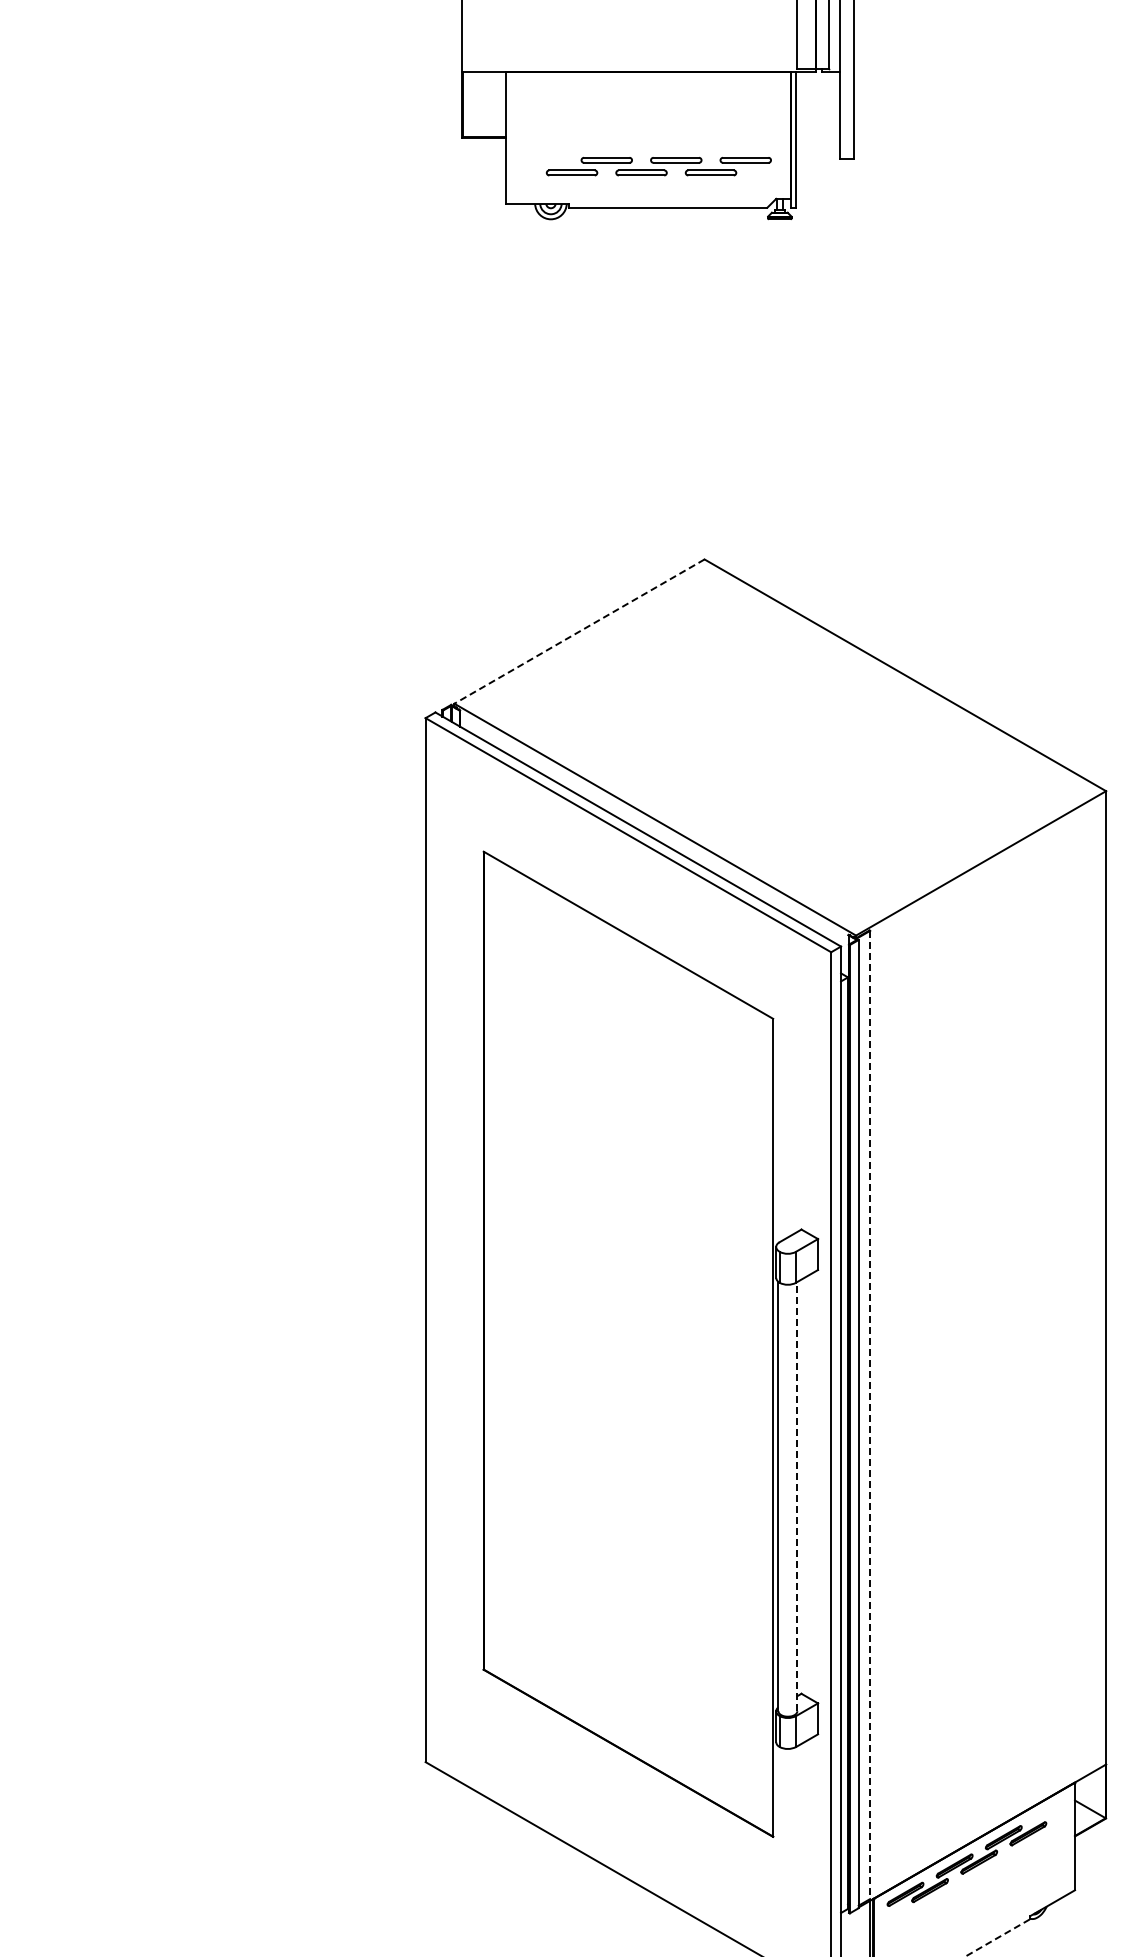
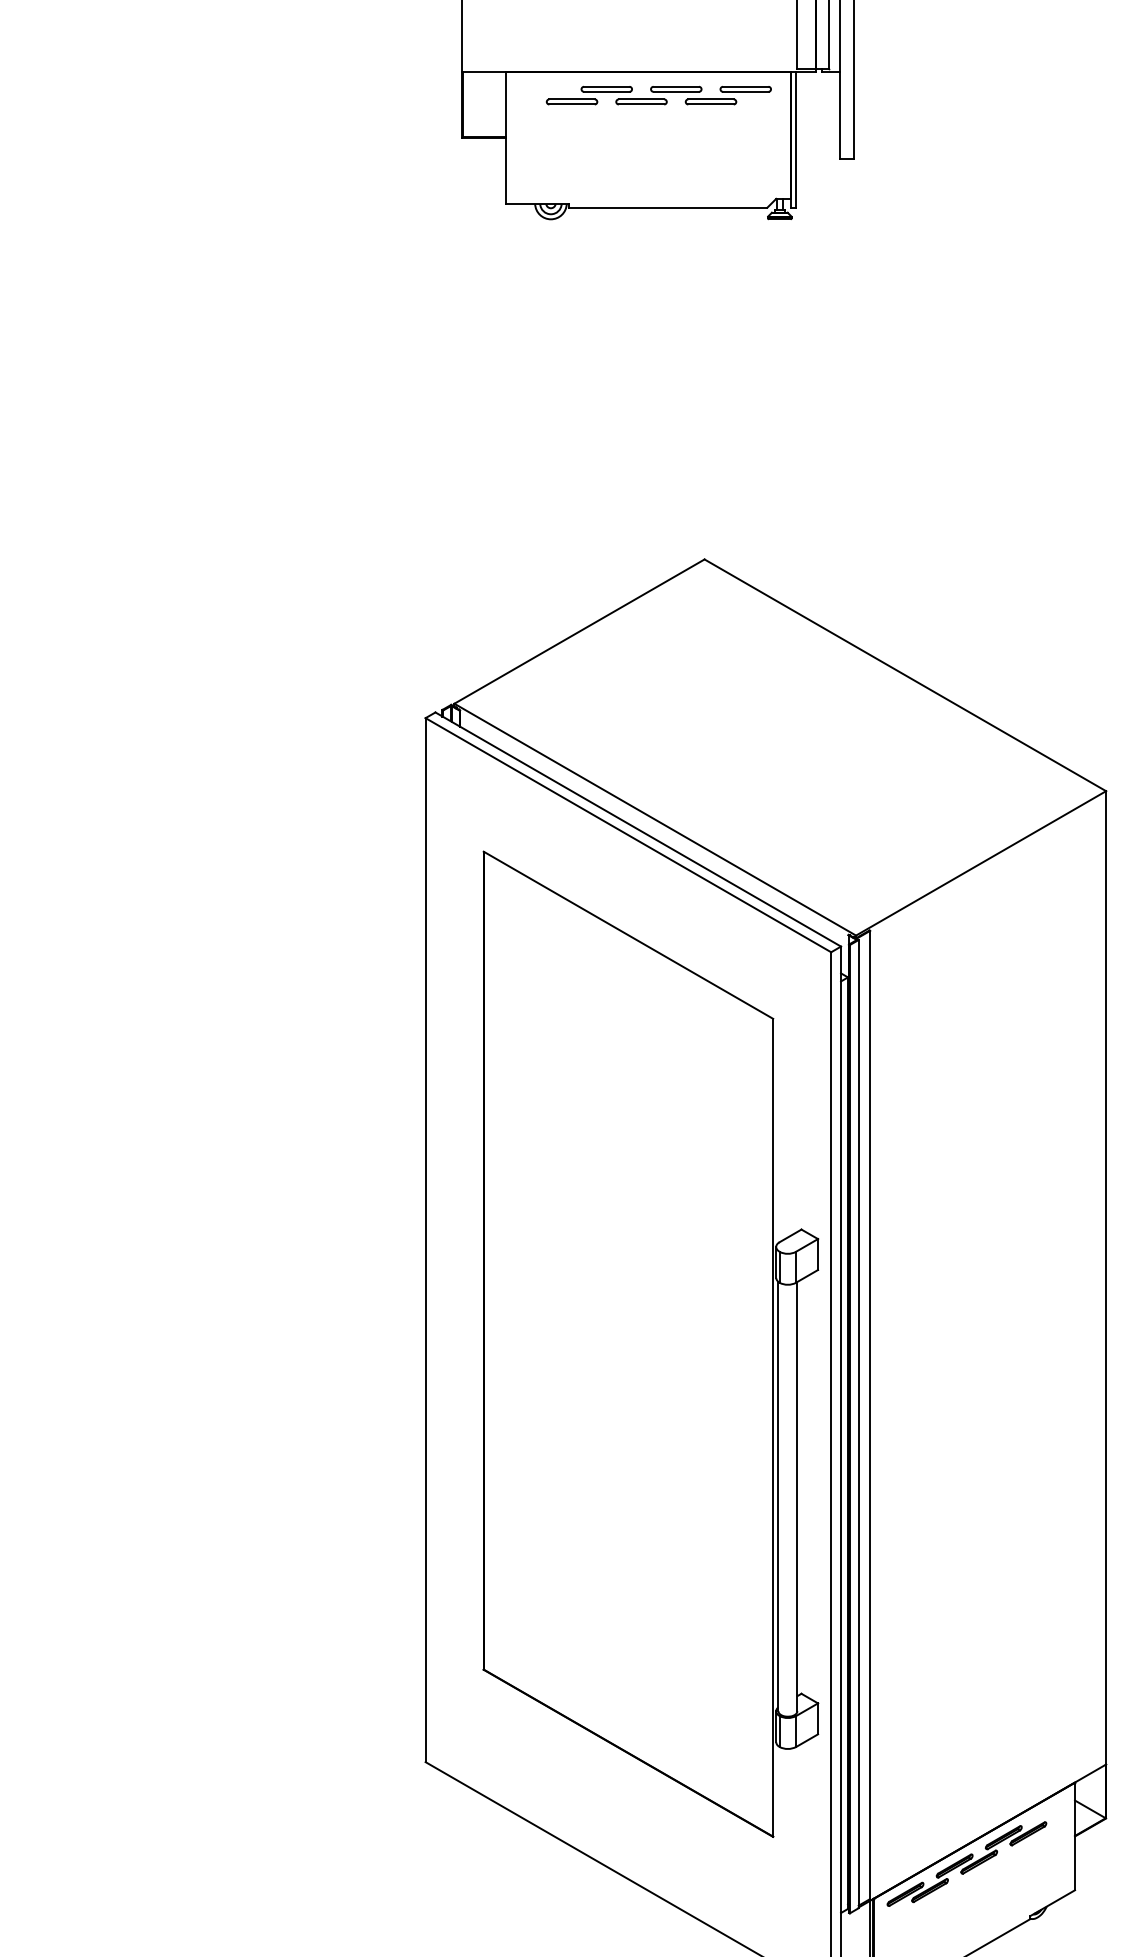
part at (658, 166) position: (658, 166) -> (658, 95)
line at (579, 631): dashed -> solid
line at (870, 1415): dashed -> solid
line at (797, 1496): dashed -> solid
line at (998, 1937): dashed -> solid
